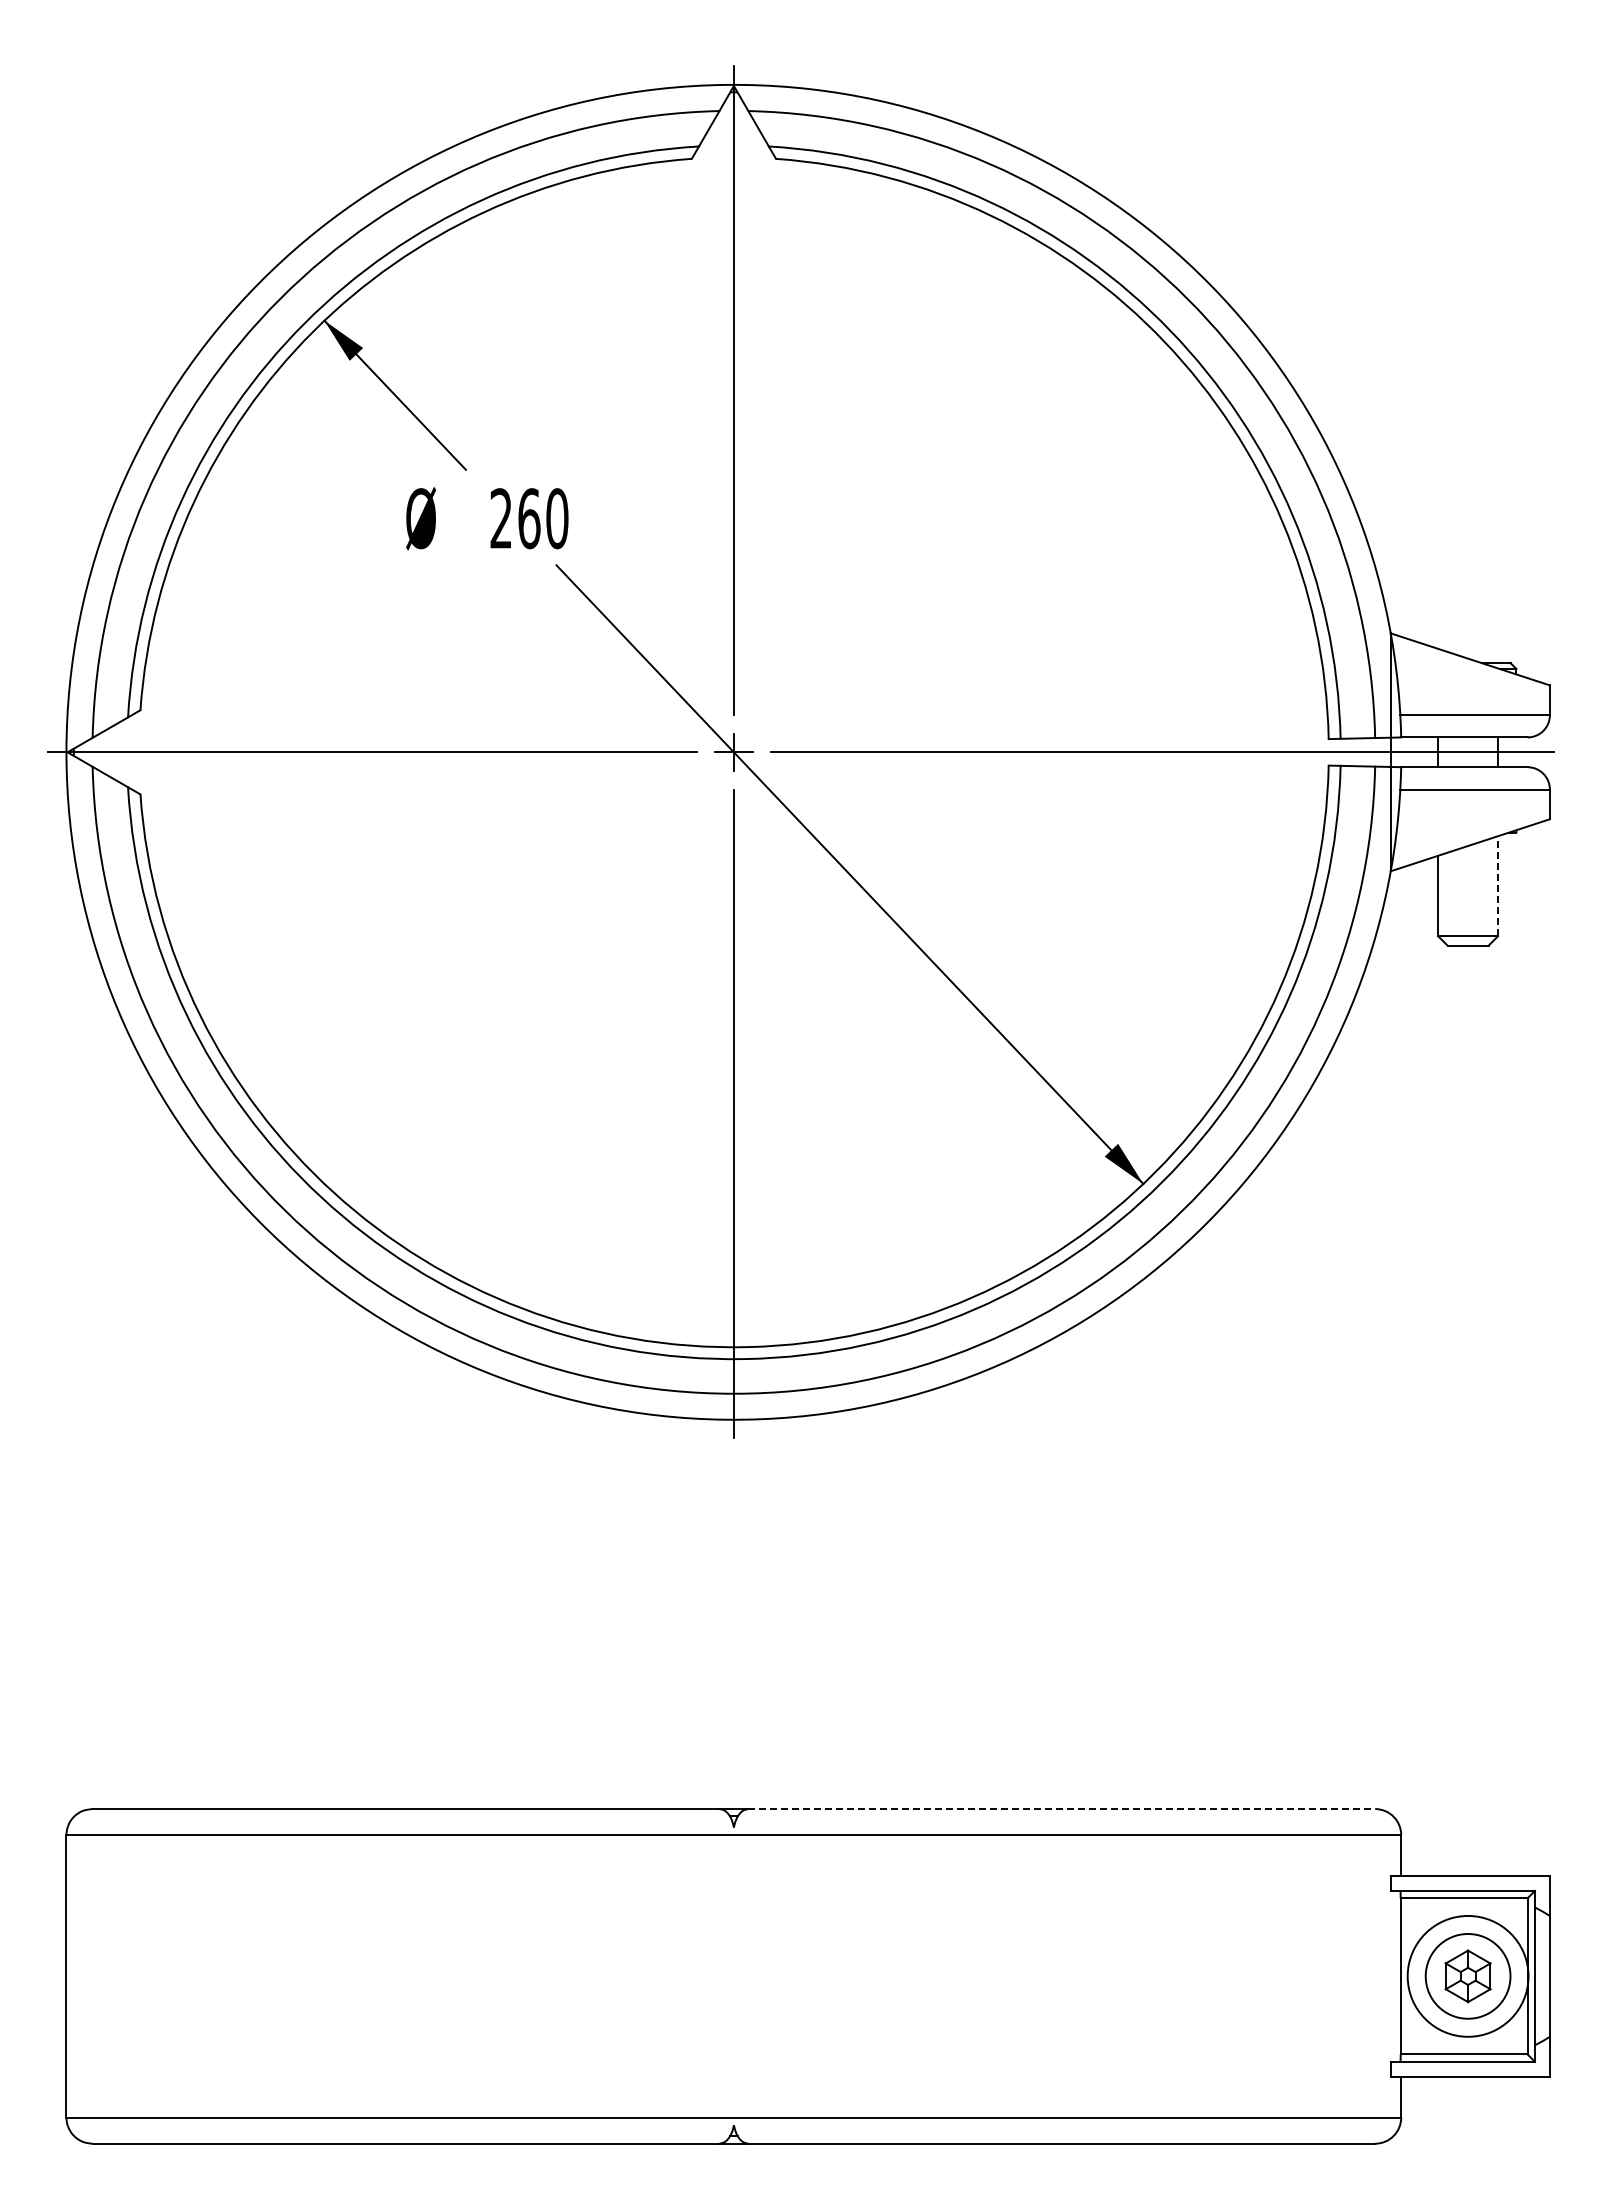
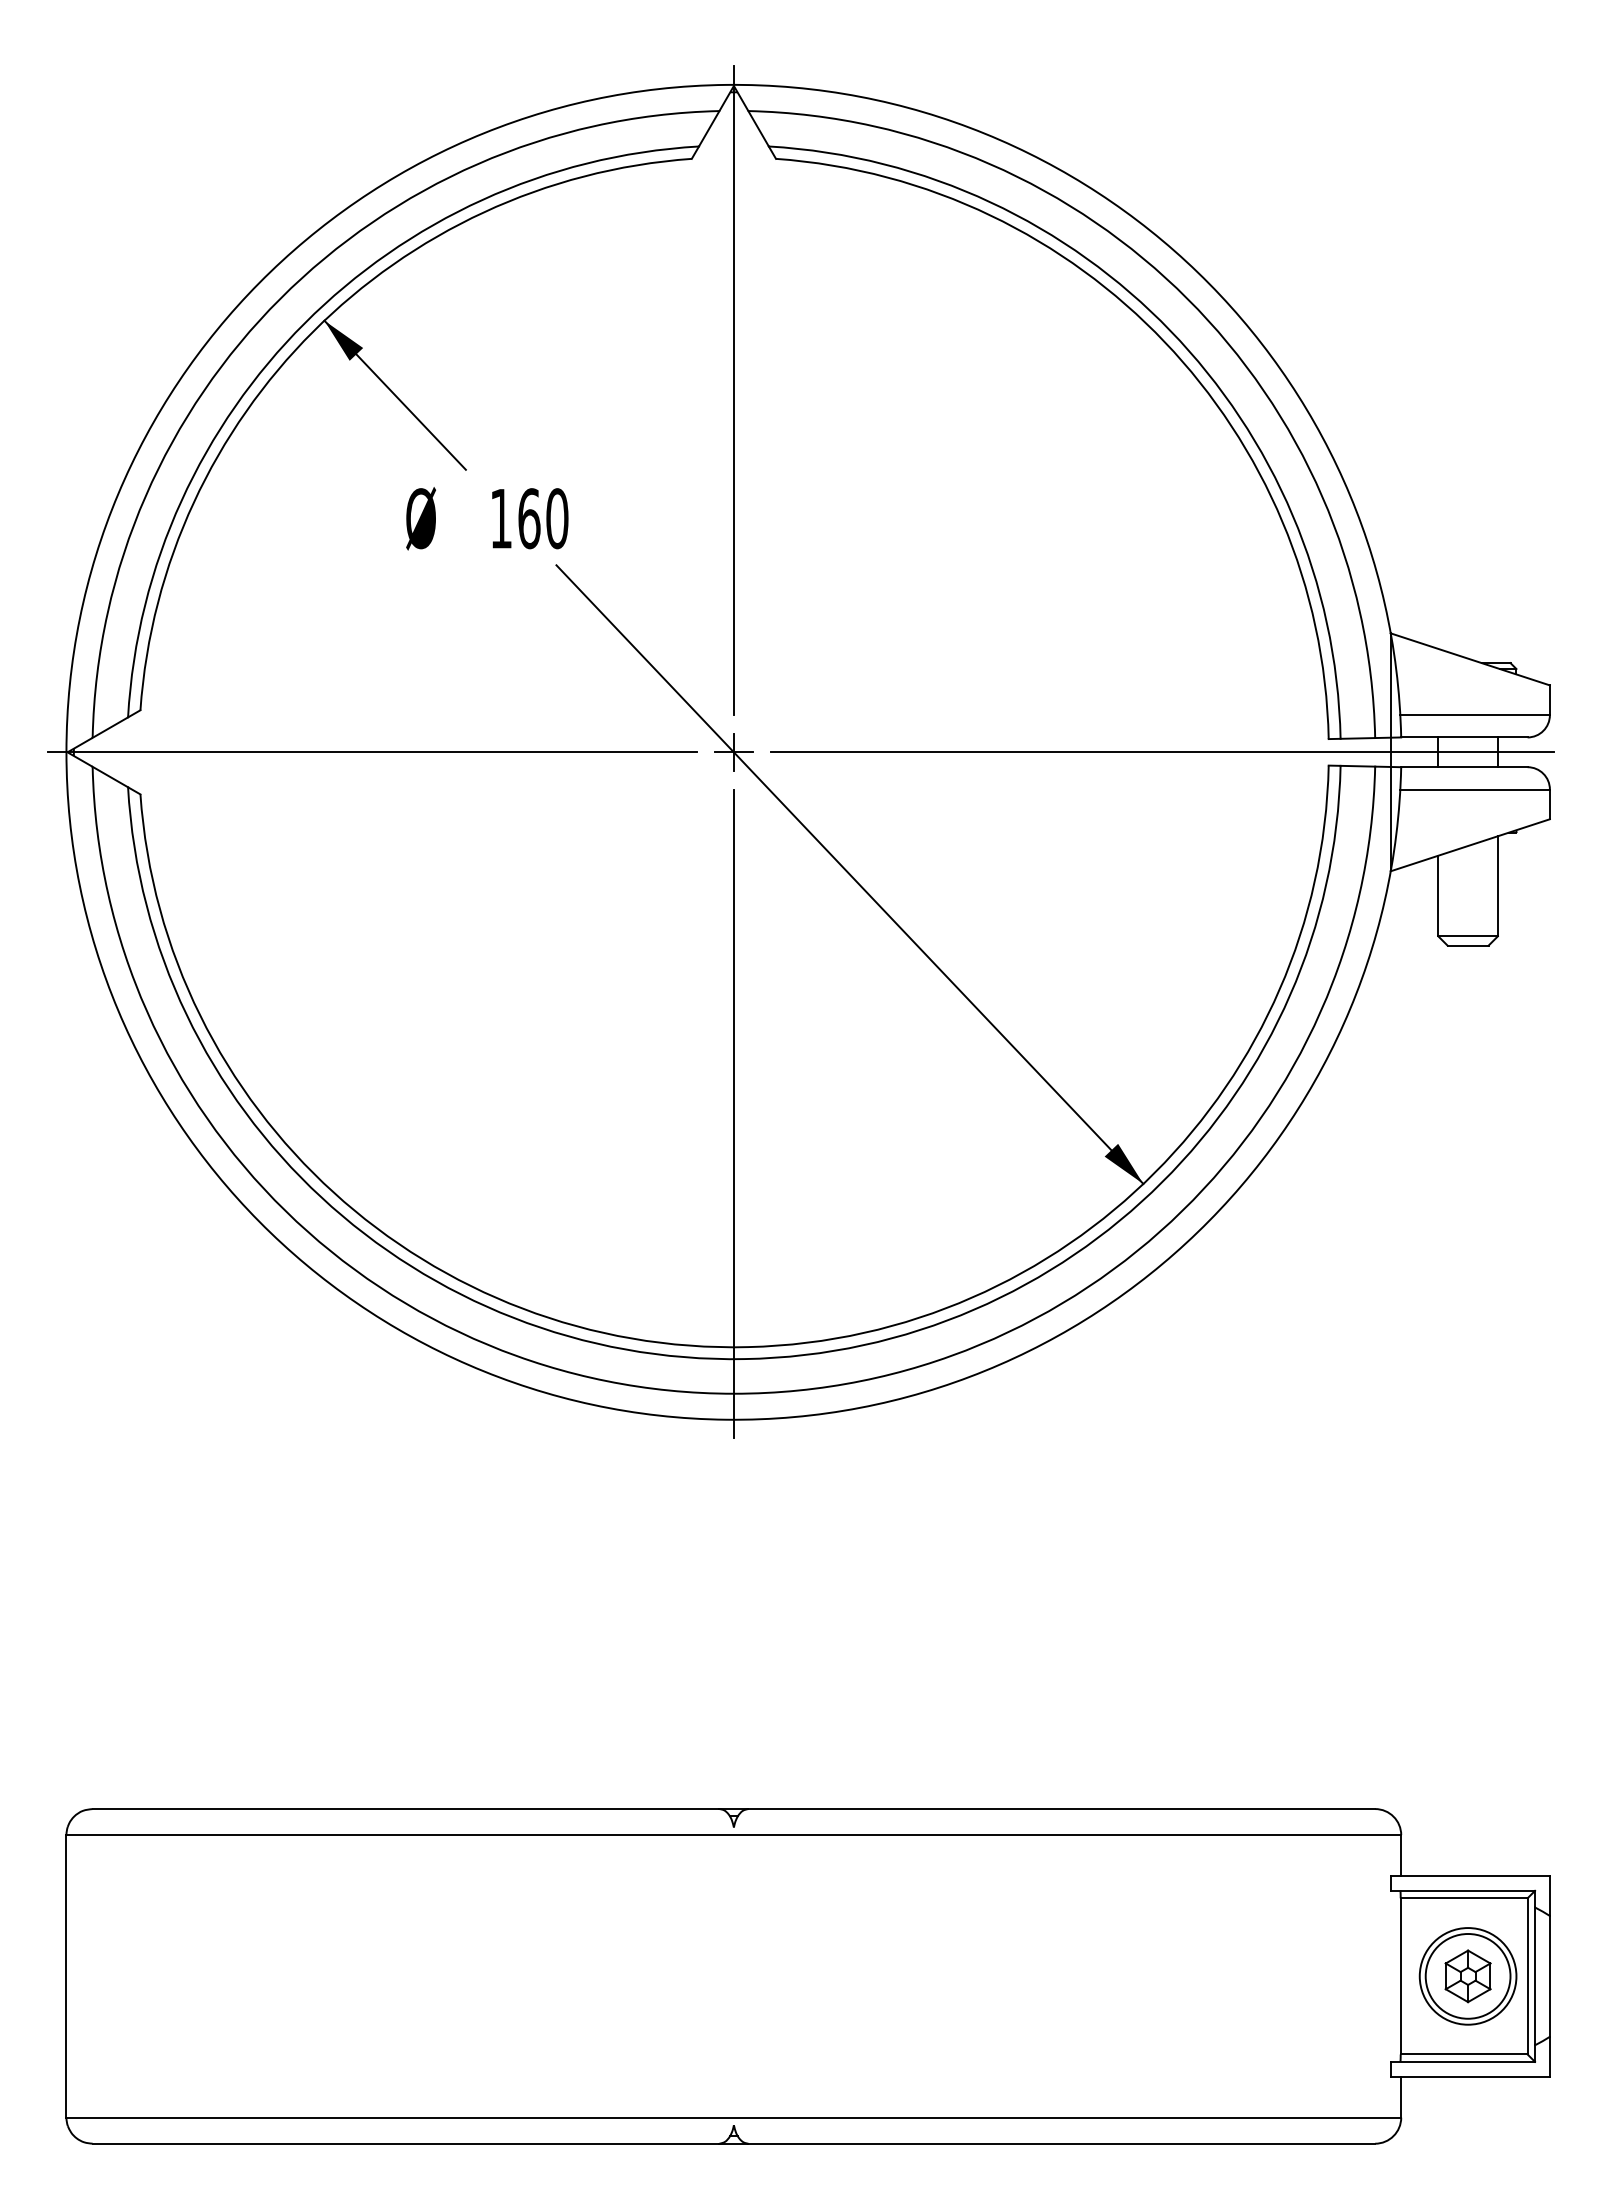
text at (500, 518): 260 -> 160
line at (1497, 885): dashed -> solid
line at (1062, 1809): dashed -> solid
circle at (1467, 1975) diameter: 121 px -> 97 px
